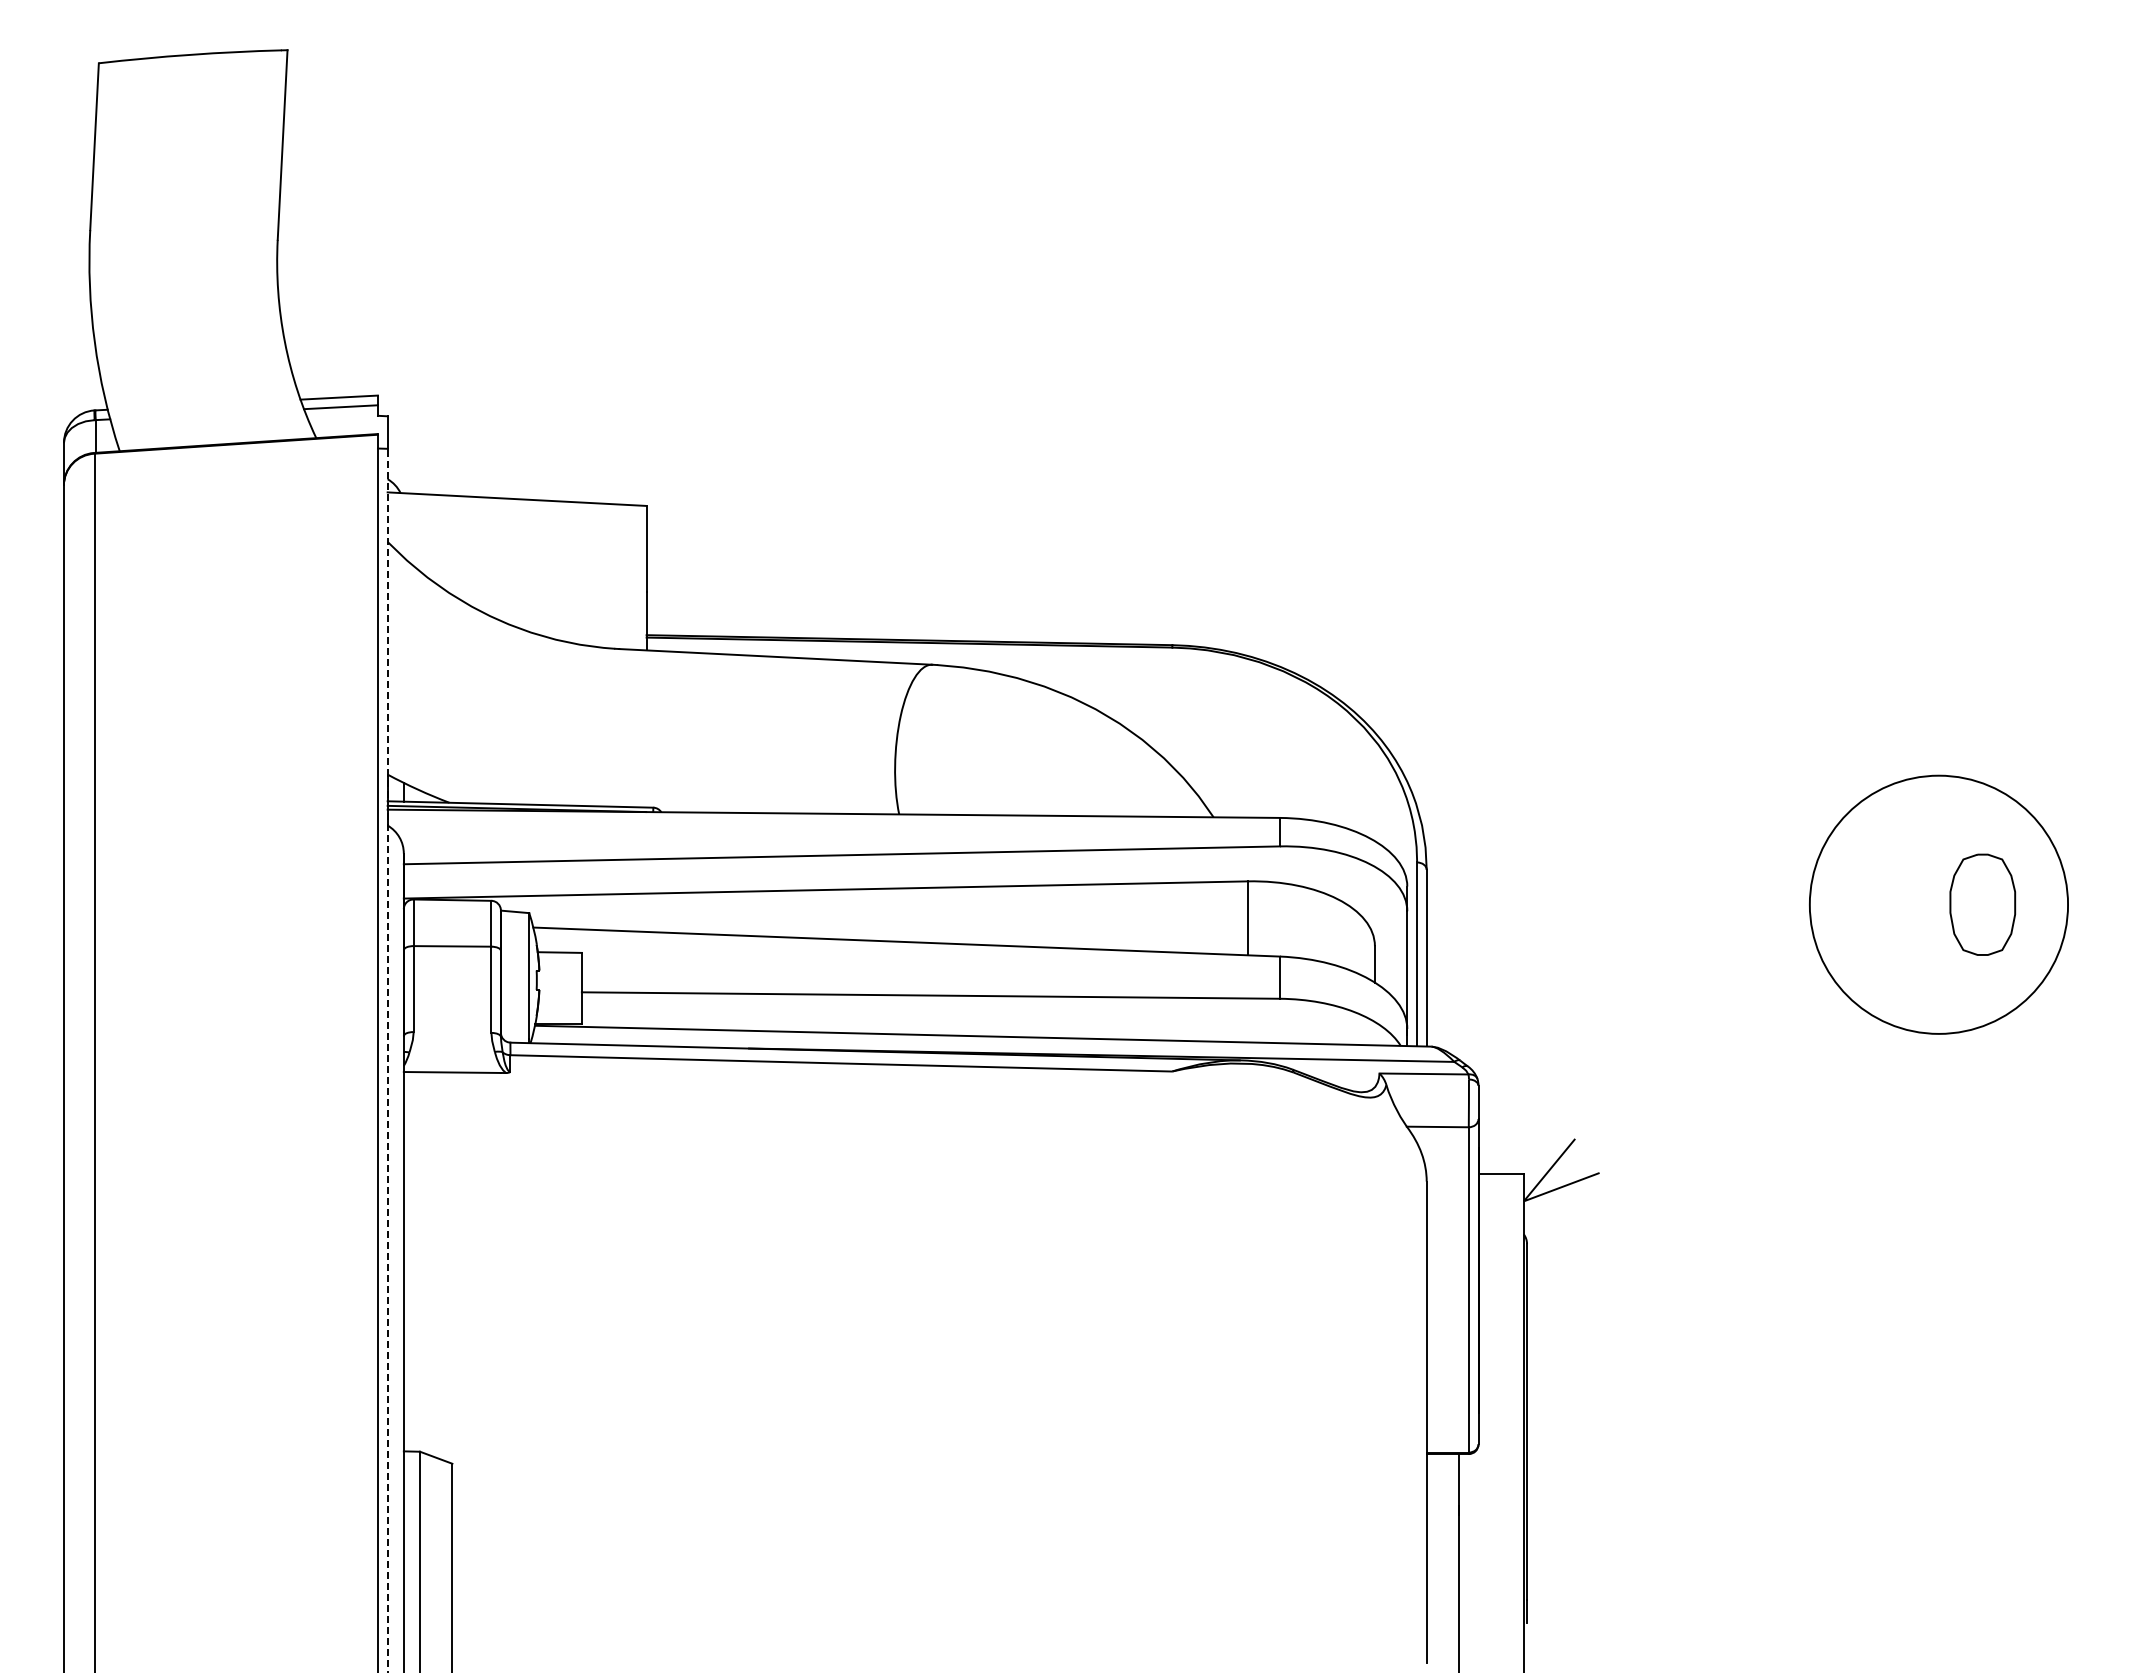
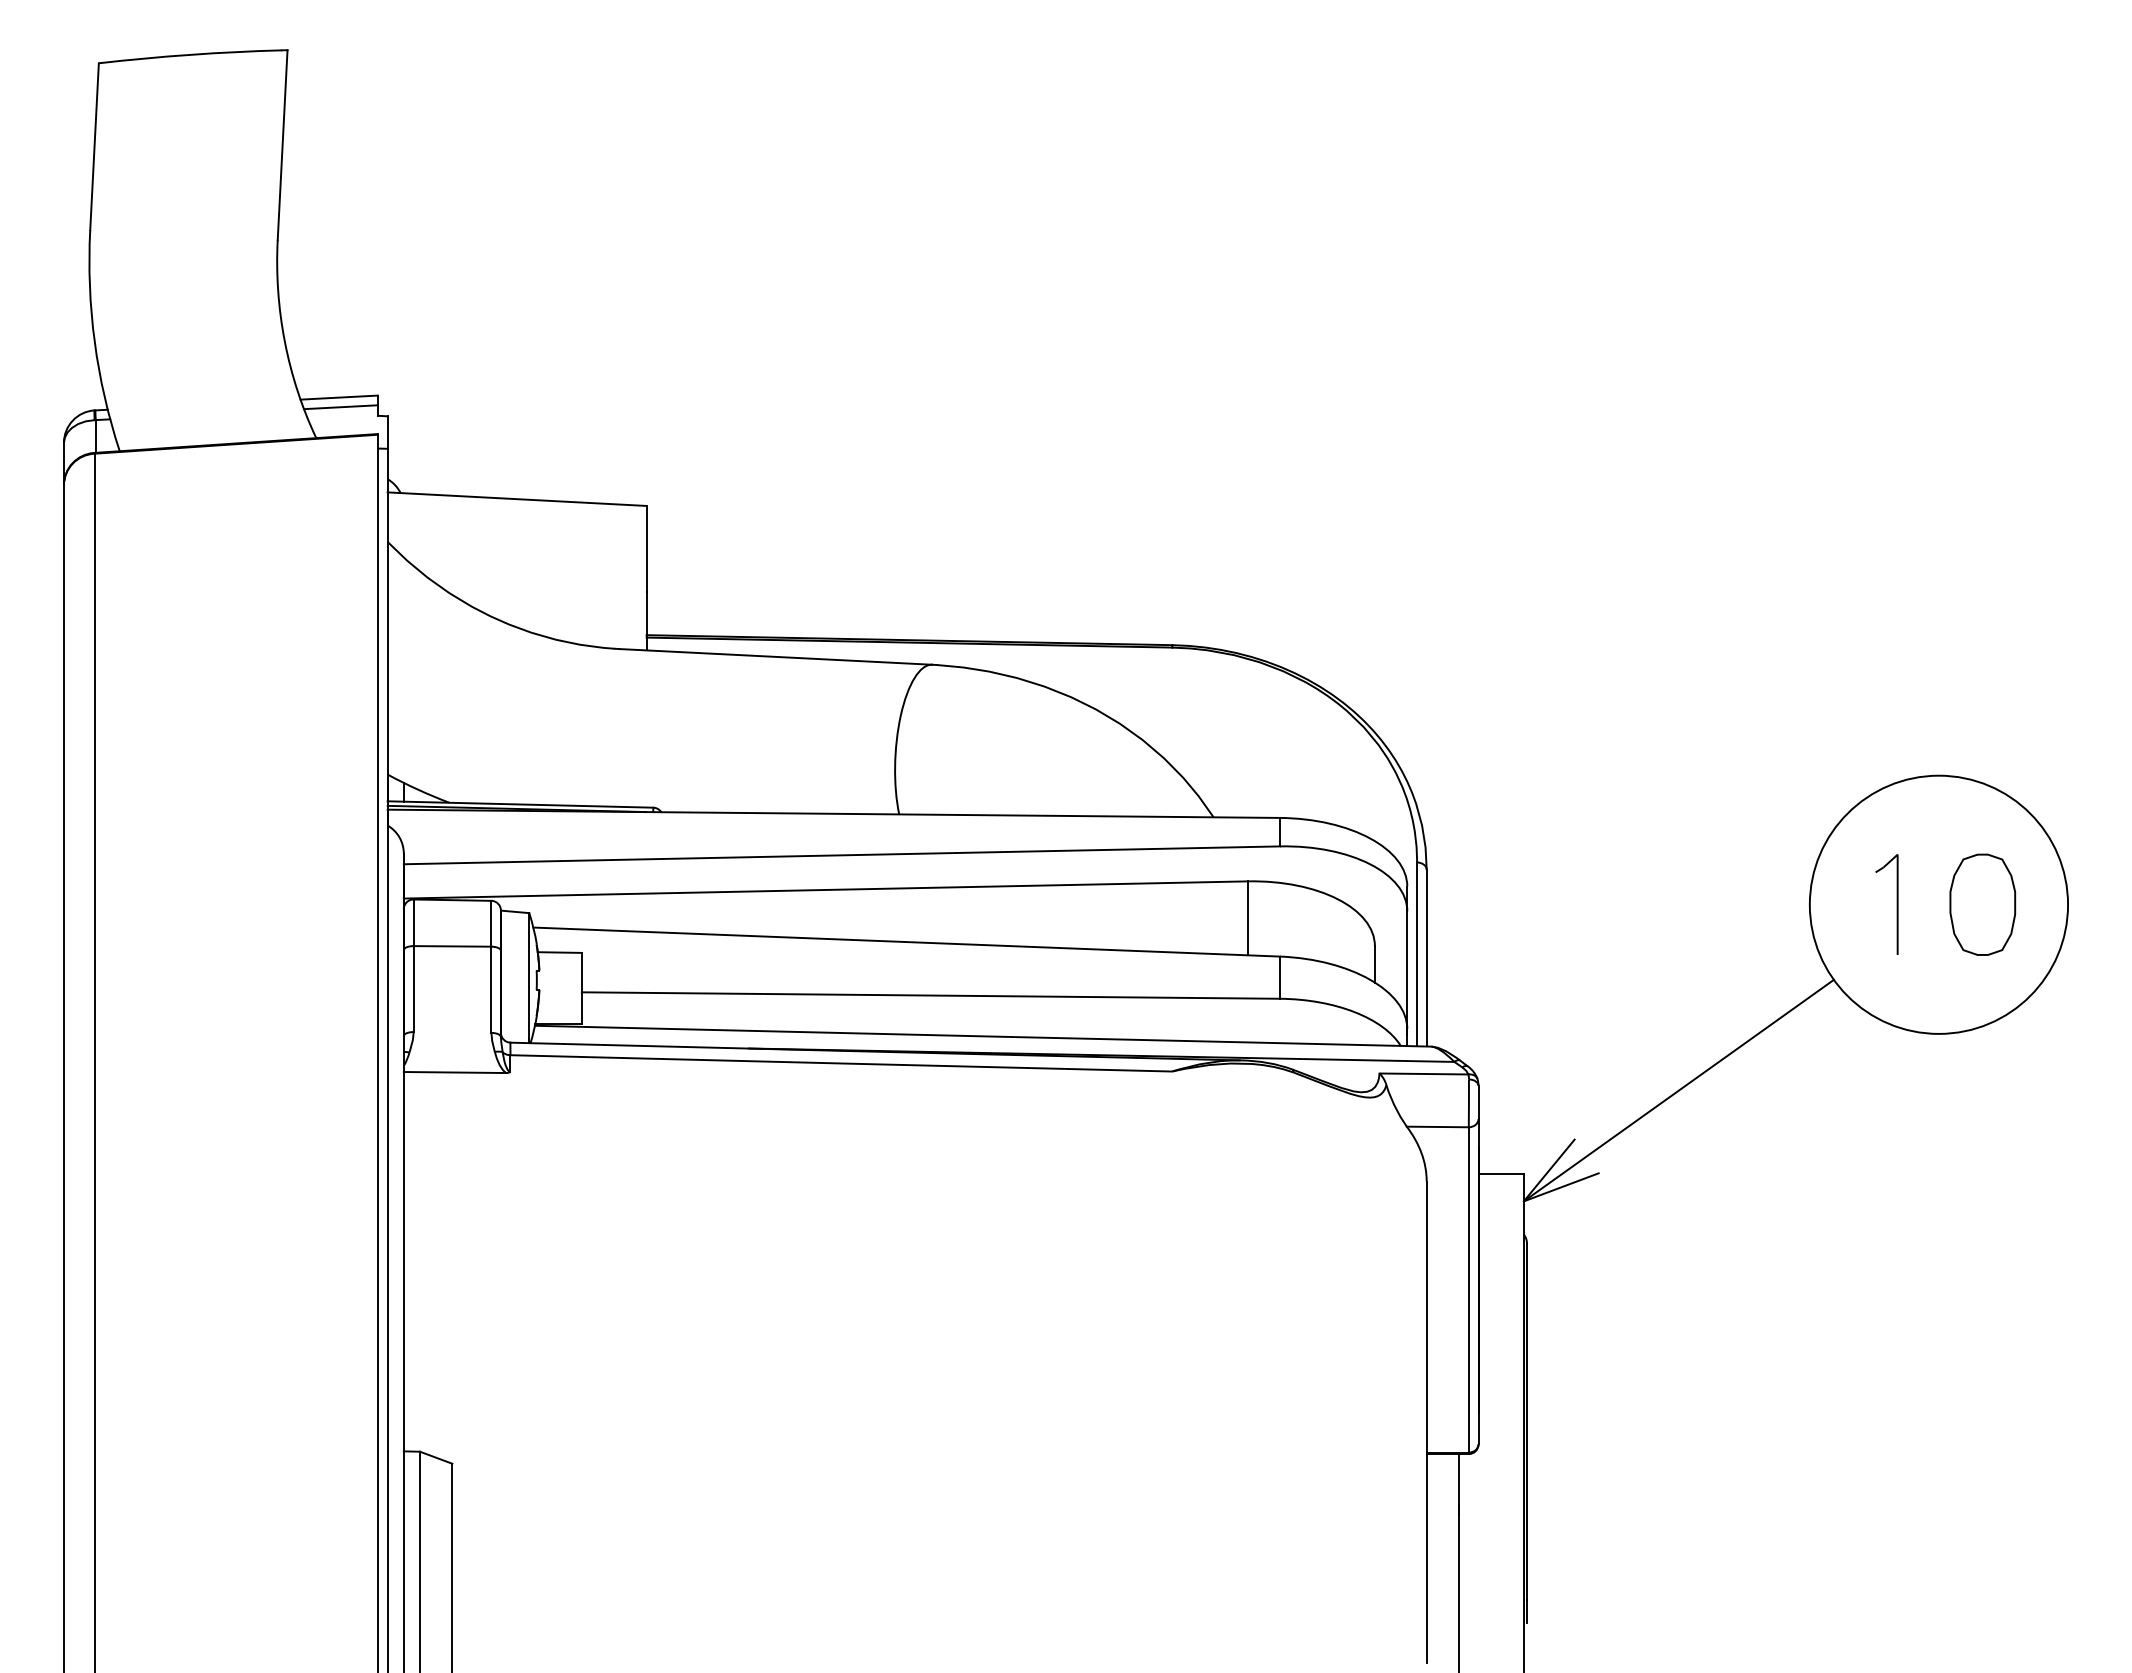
part at (1896, 904): none -> present
line at (387, 1060): dashed -> solid
line at (1678, 1090): none -> present
